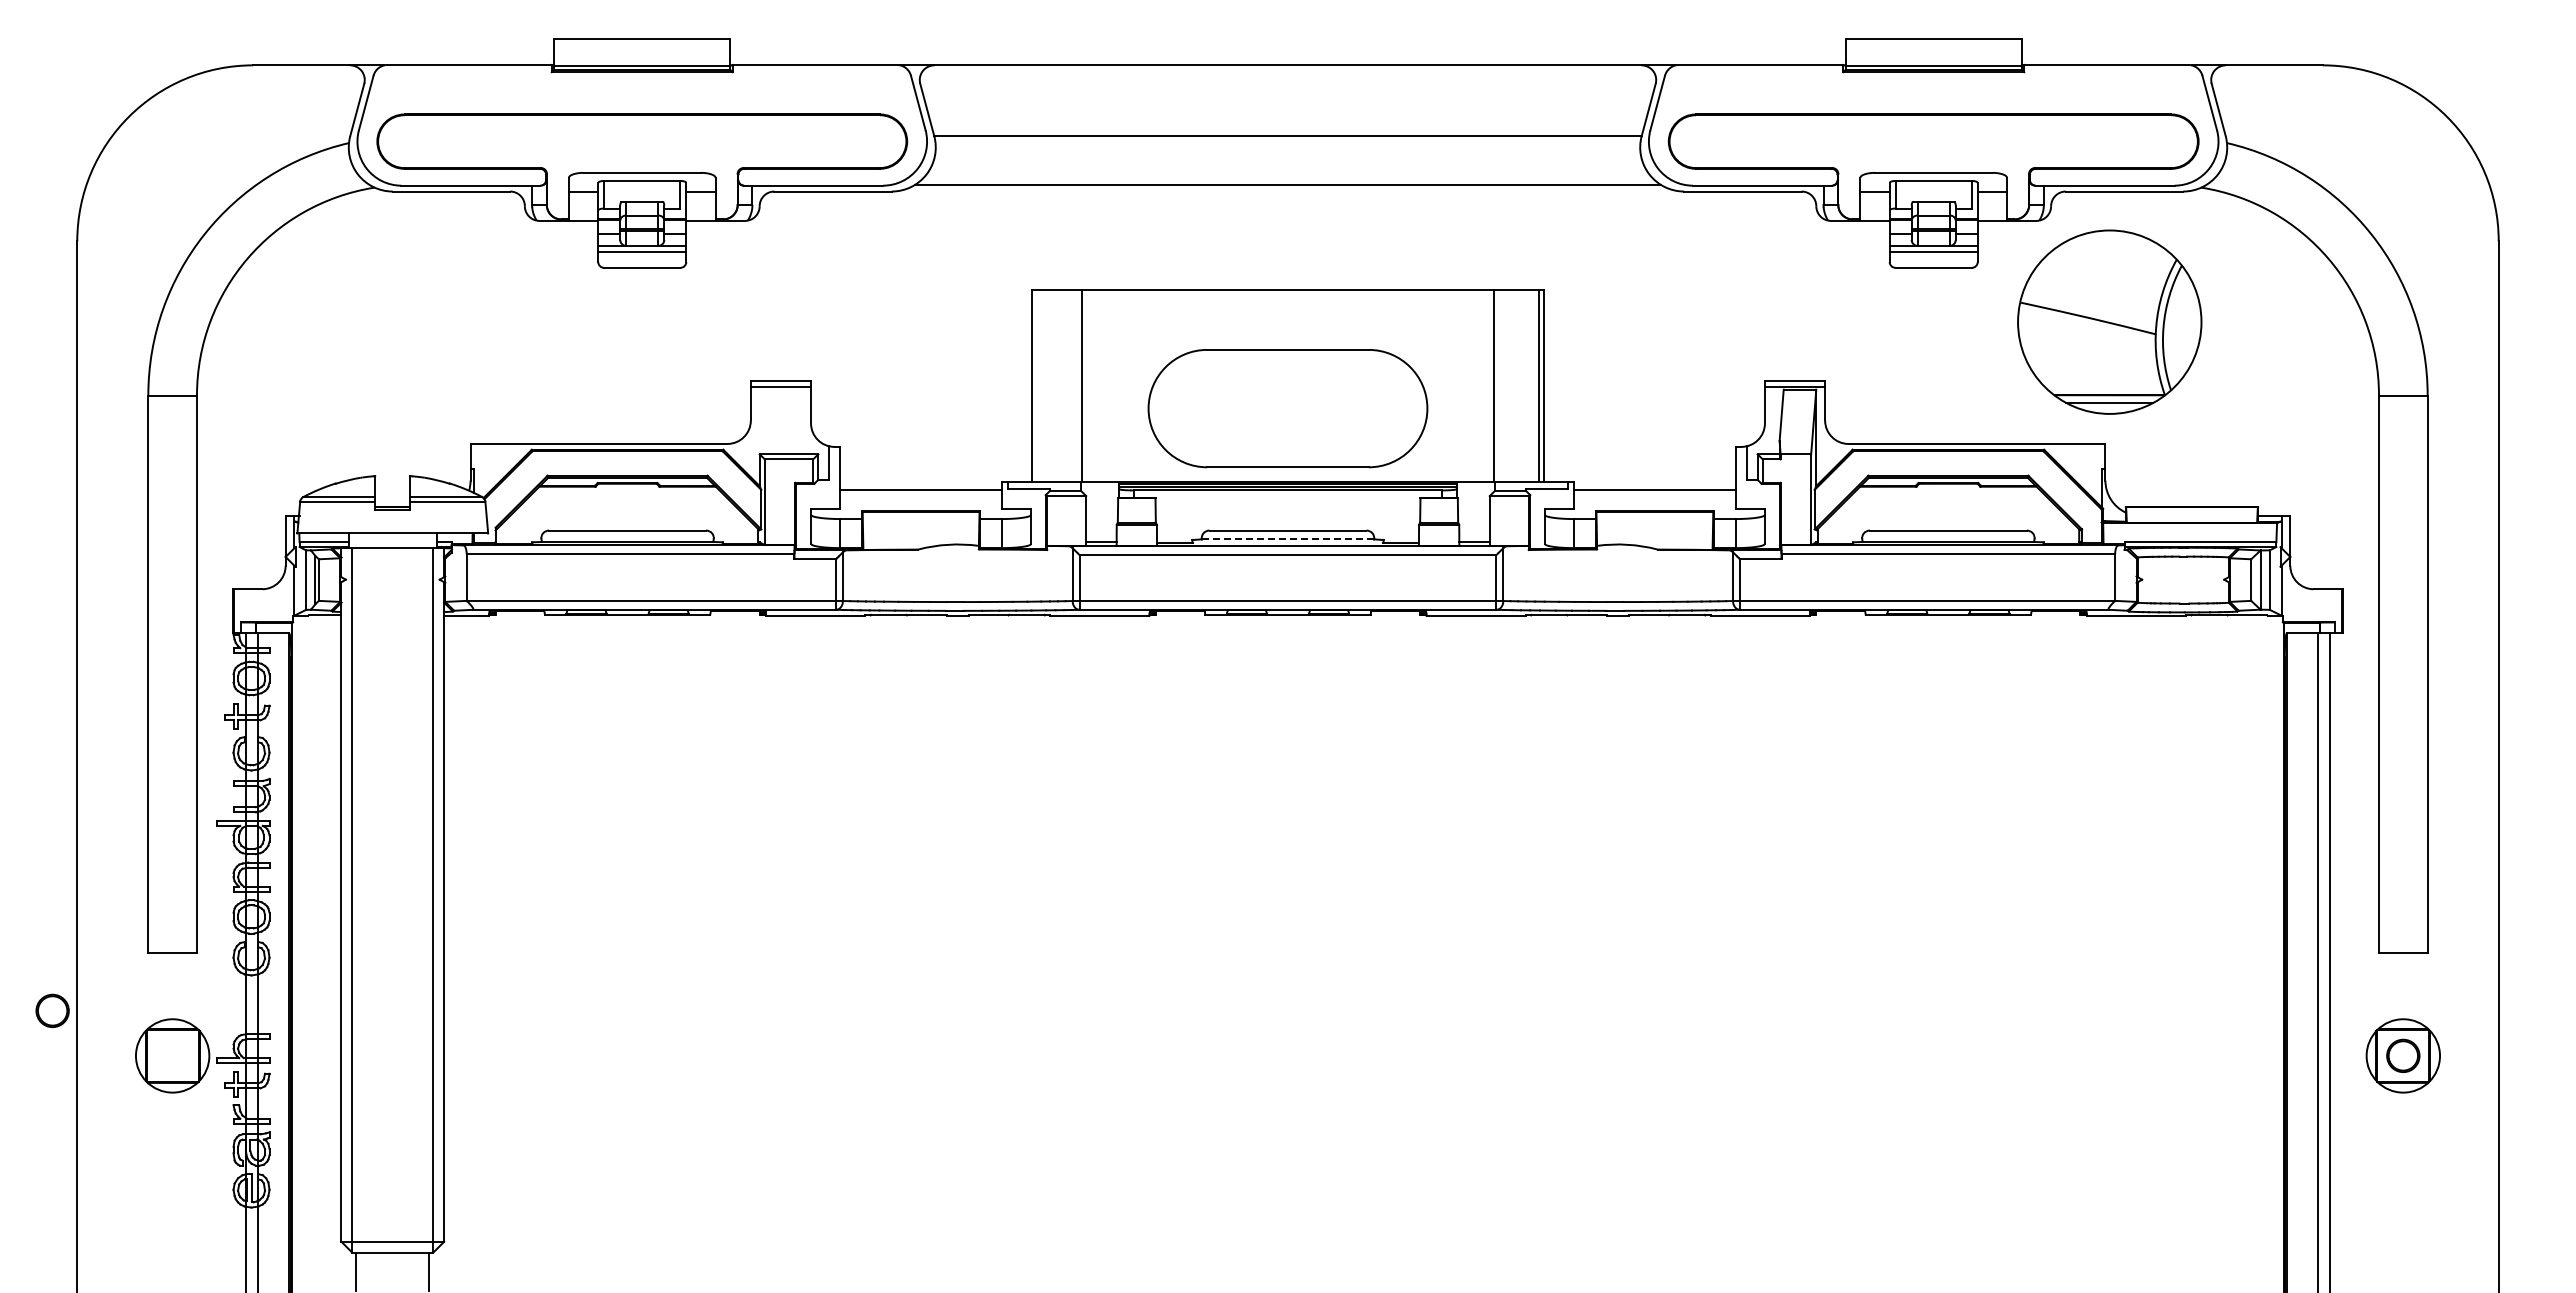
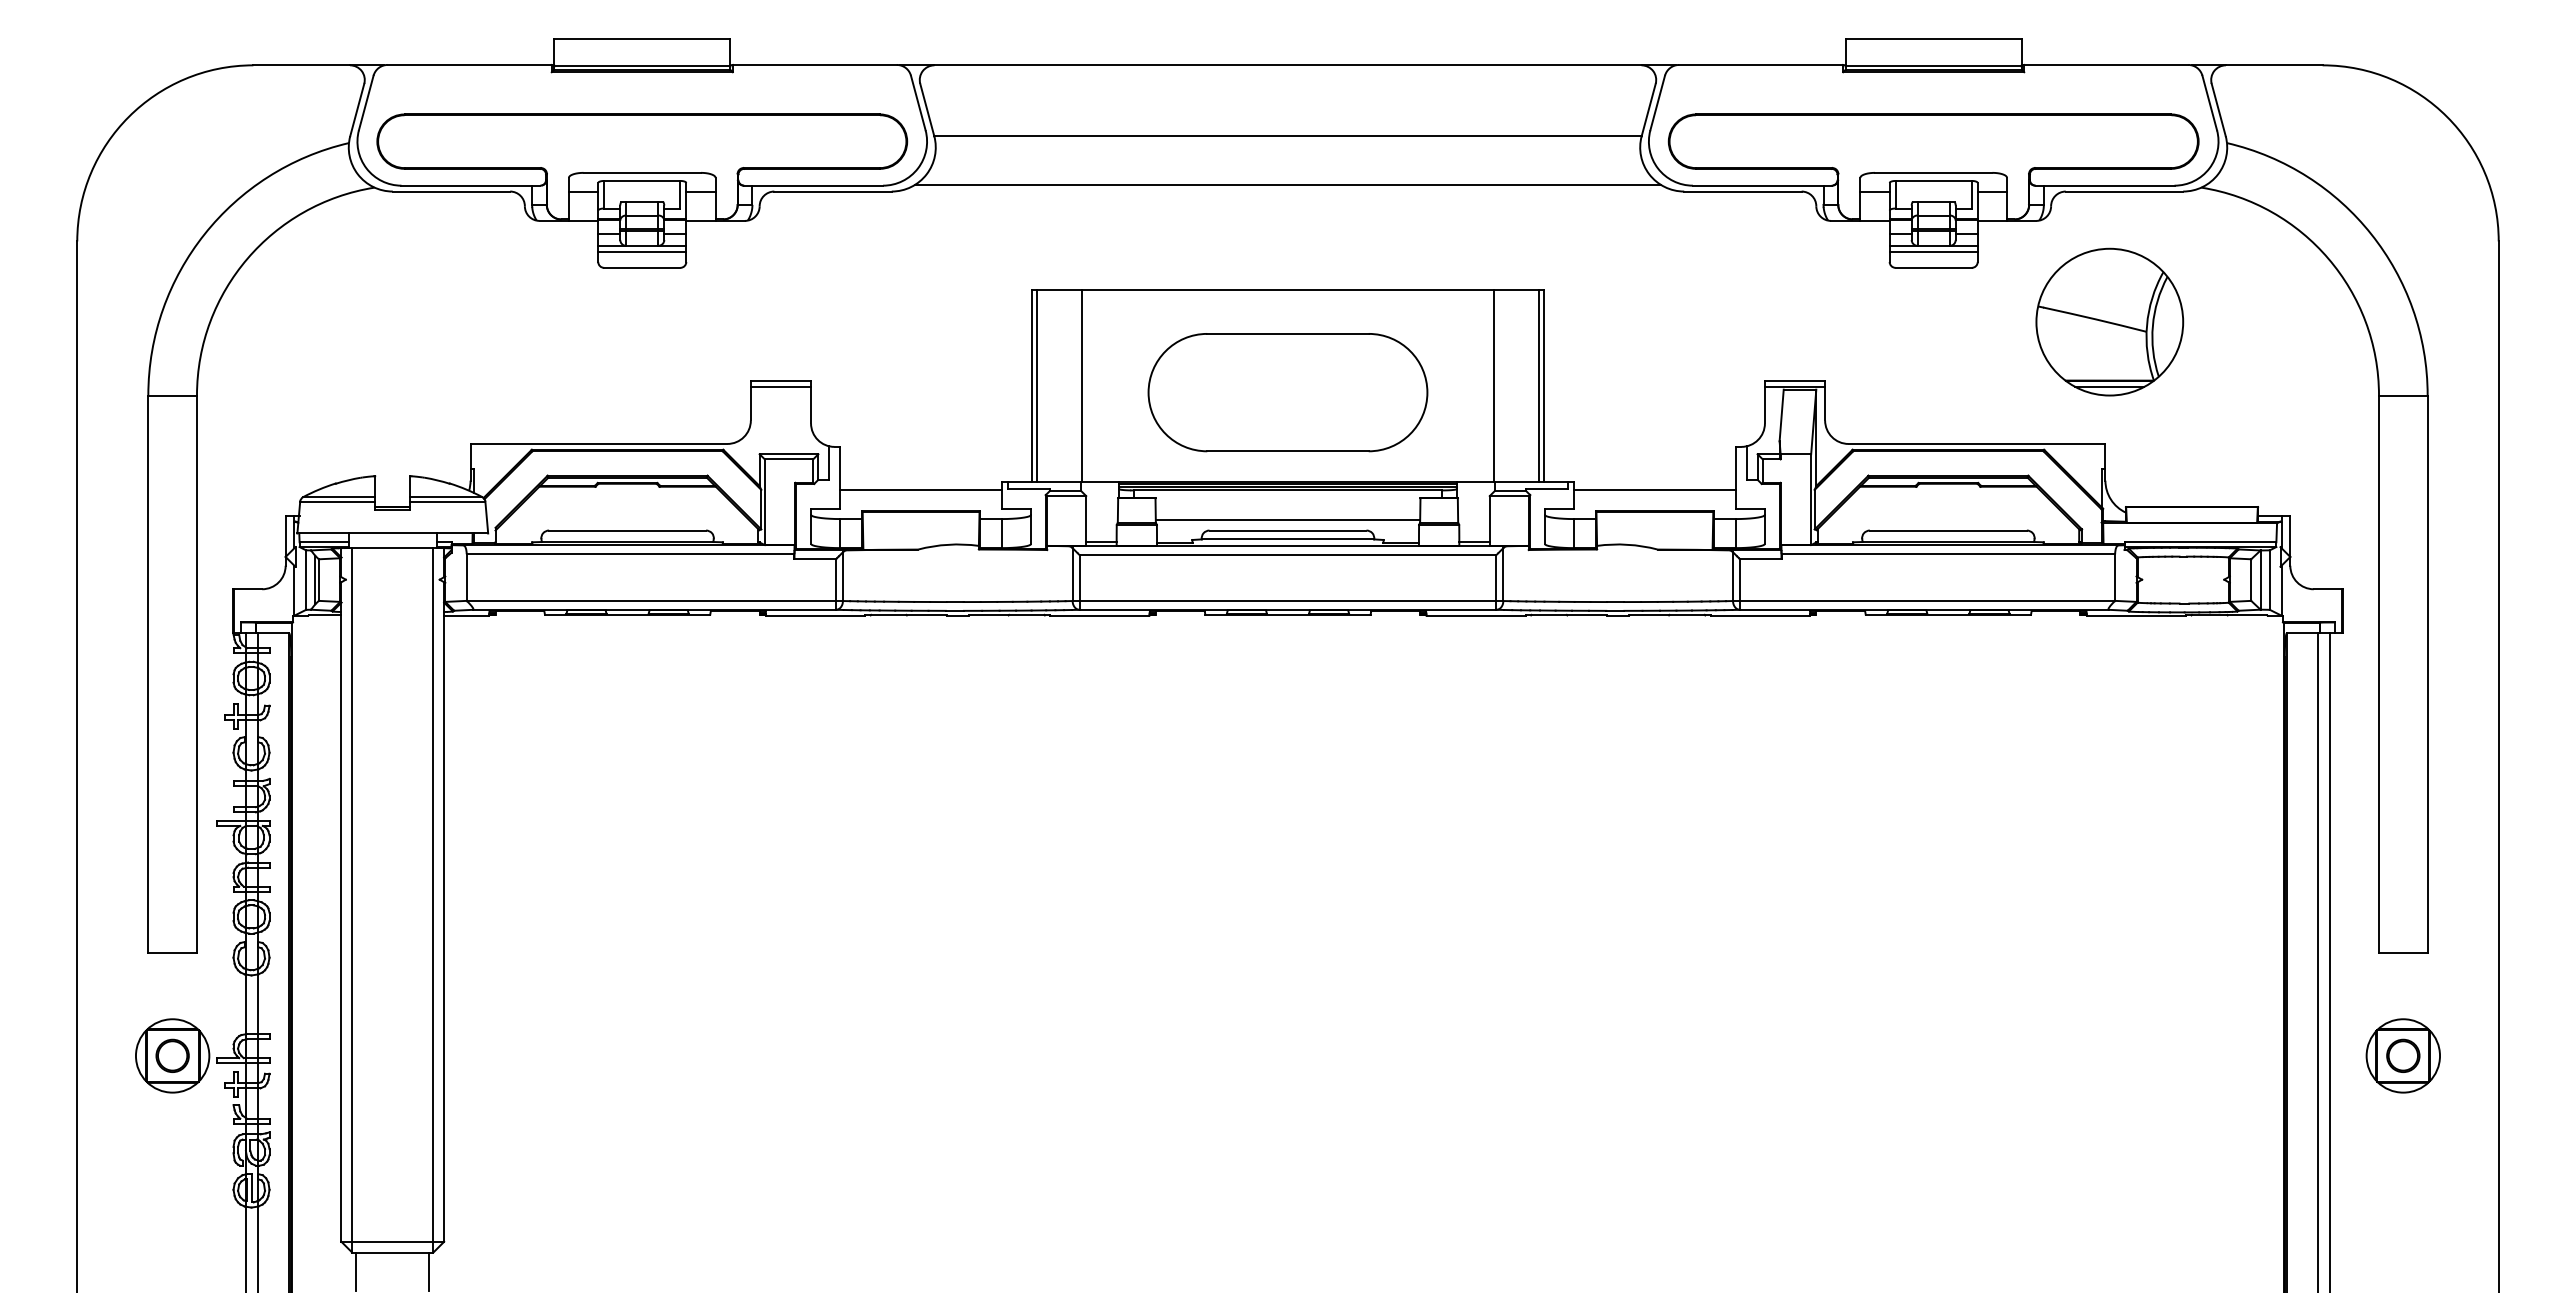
part at (2109, 321) size: 186x186 px -> 150x150 px
line at (1036, 385): none -> present
part at (1287, 408) position: (1287, 408) -> (1287, 392)
line at (1287, 519): none -> present
line at (1288, 539): dashed -> solid
part at (52, 1010) position: (52, 1010) -> (172, 1055)
